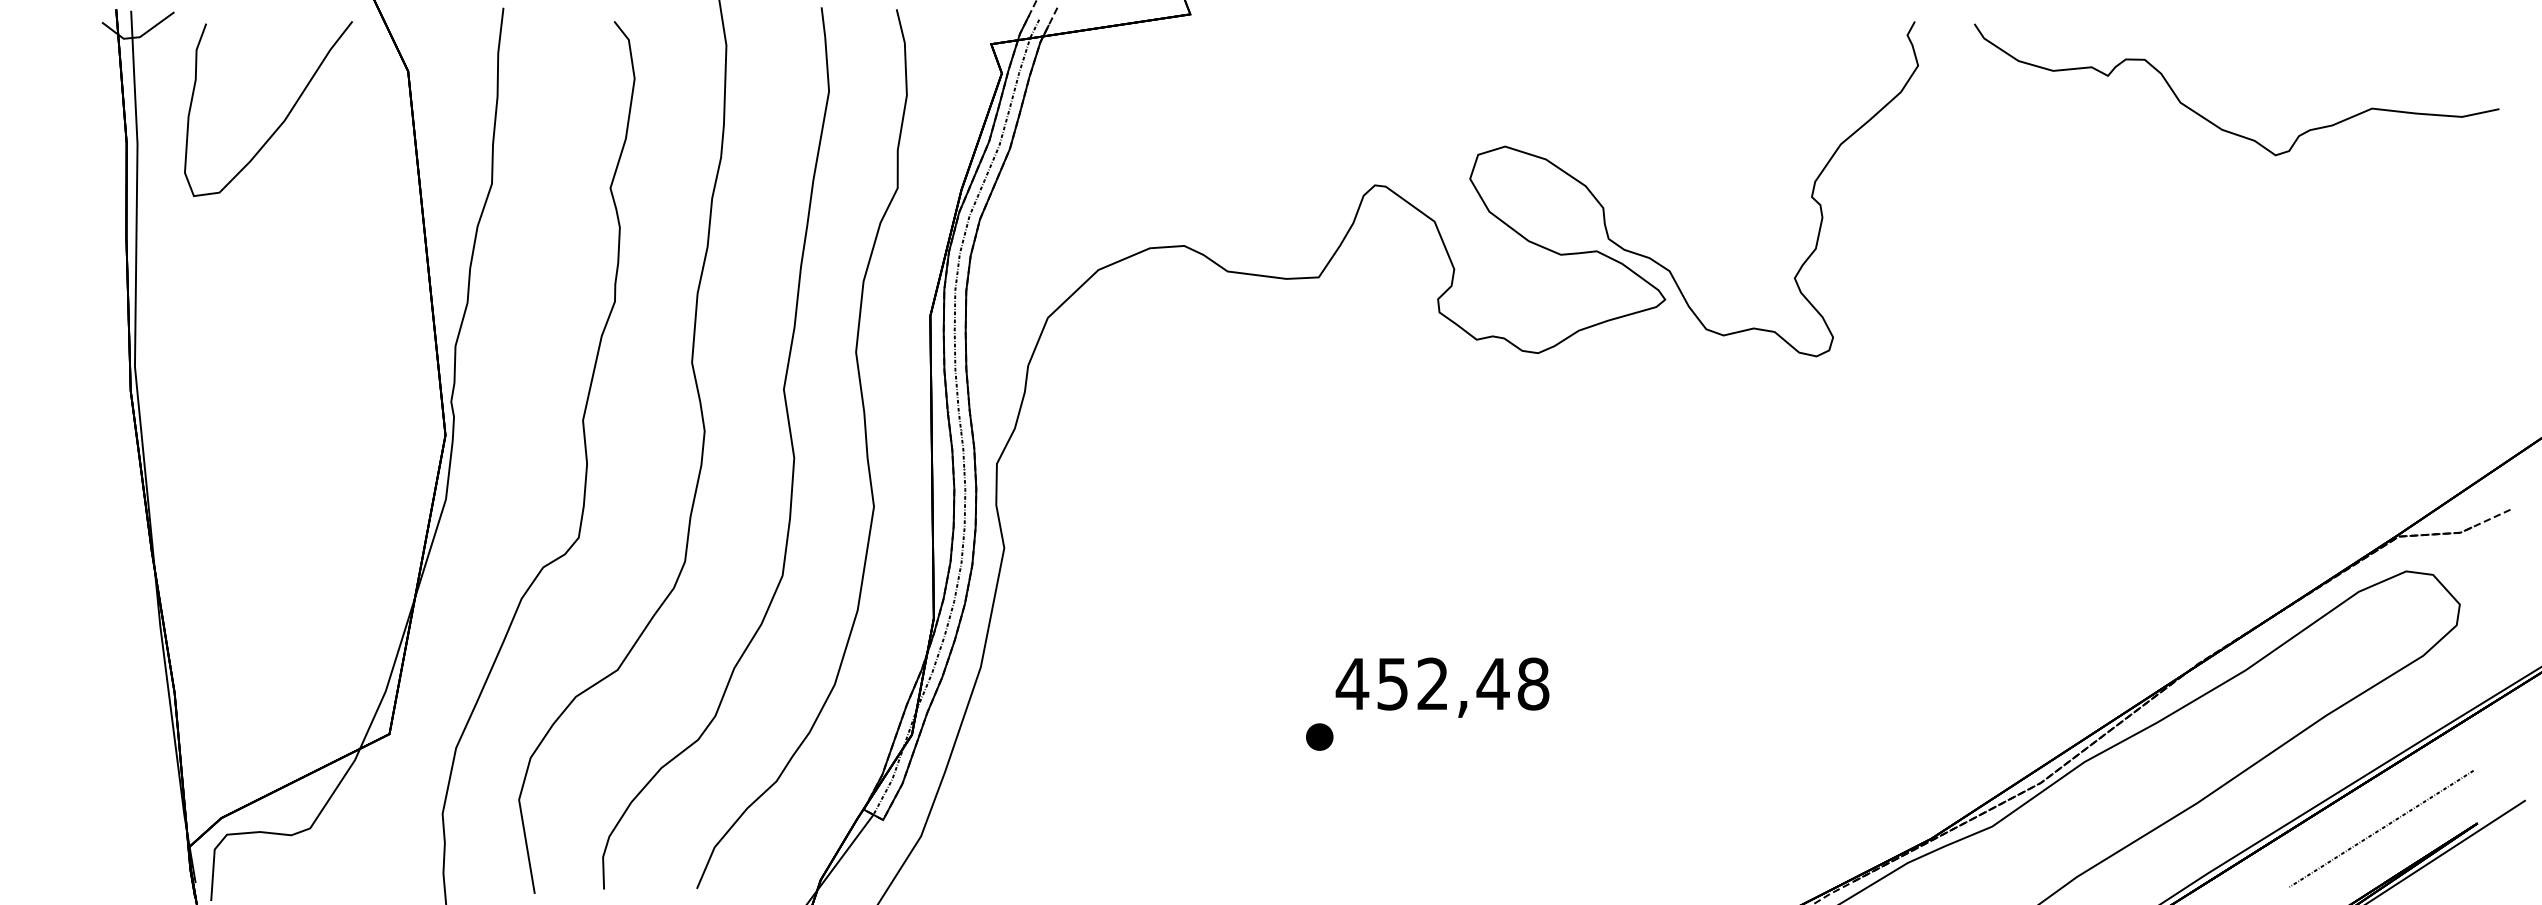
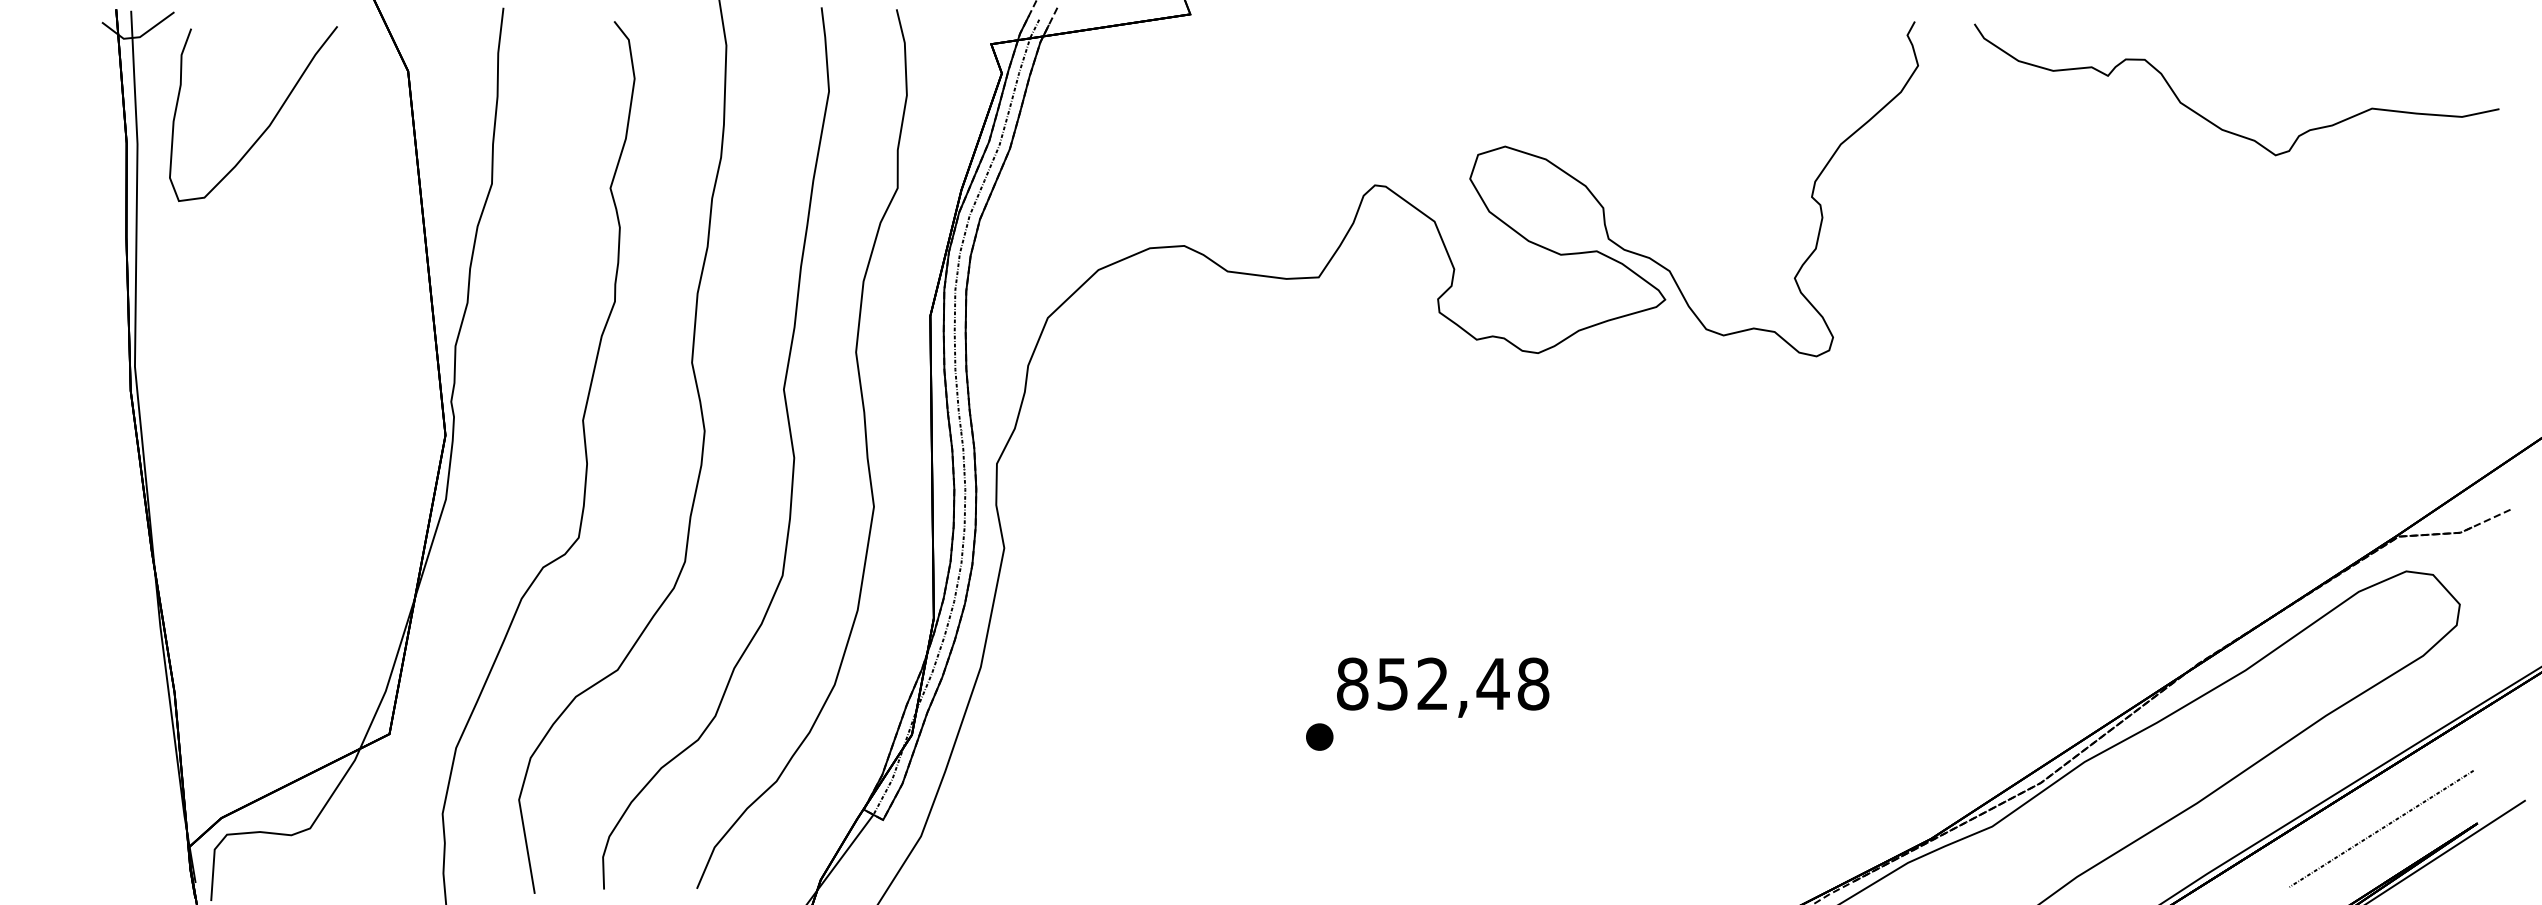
curve at (282, 121) position: (282, 121) -> (267, 126)
text at (1352, 683): 452,48 -> 852,48
